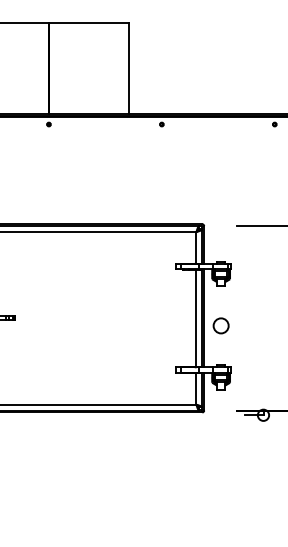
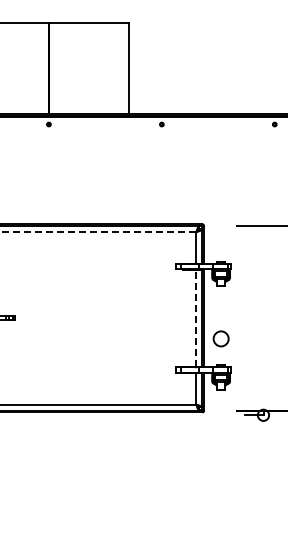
line at (98, 232): solid -> dashed
line at (196, 318): solid -> dashed
circle at (220, 325) position: (220, 325) -> (220, 338)
